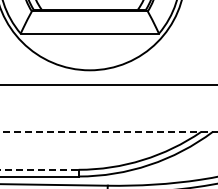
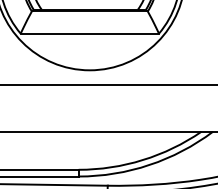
line at (108, 131): dashed -> solid
line at (39, 169): dashed -> solid
